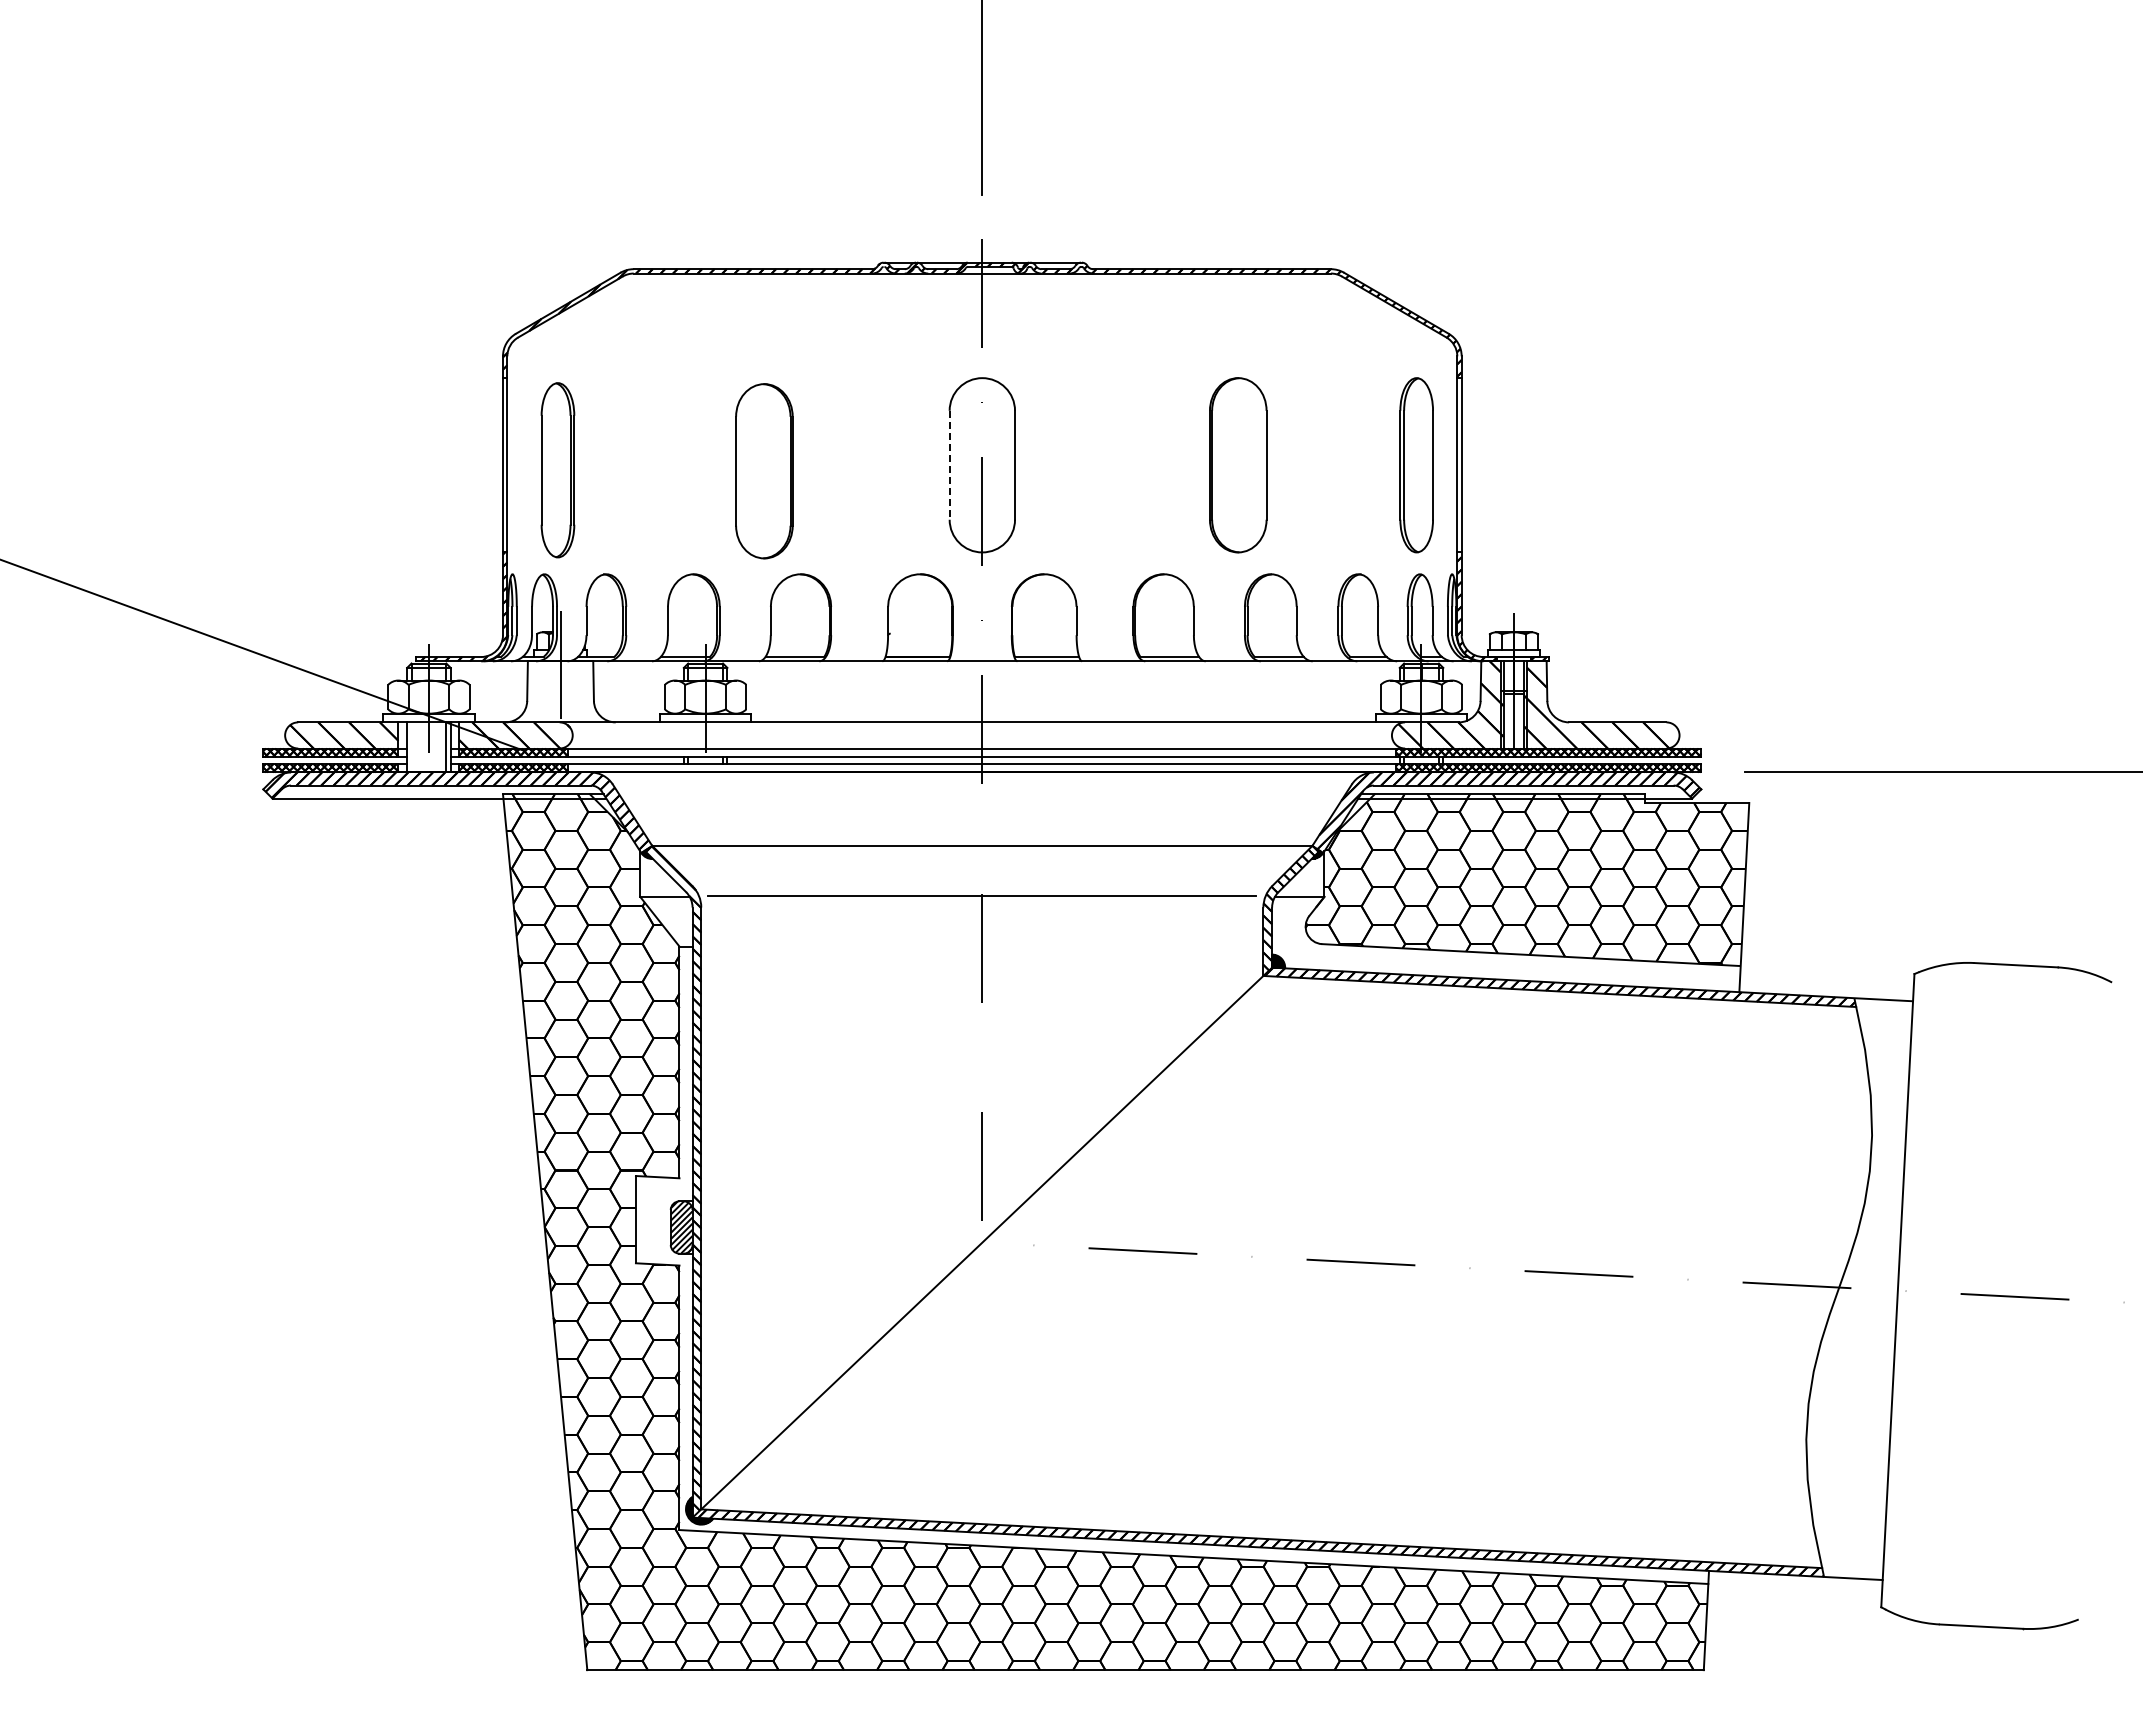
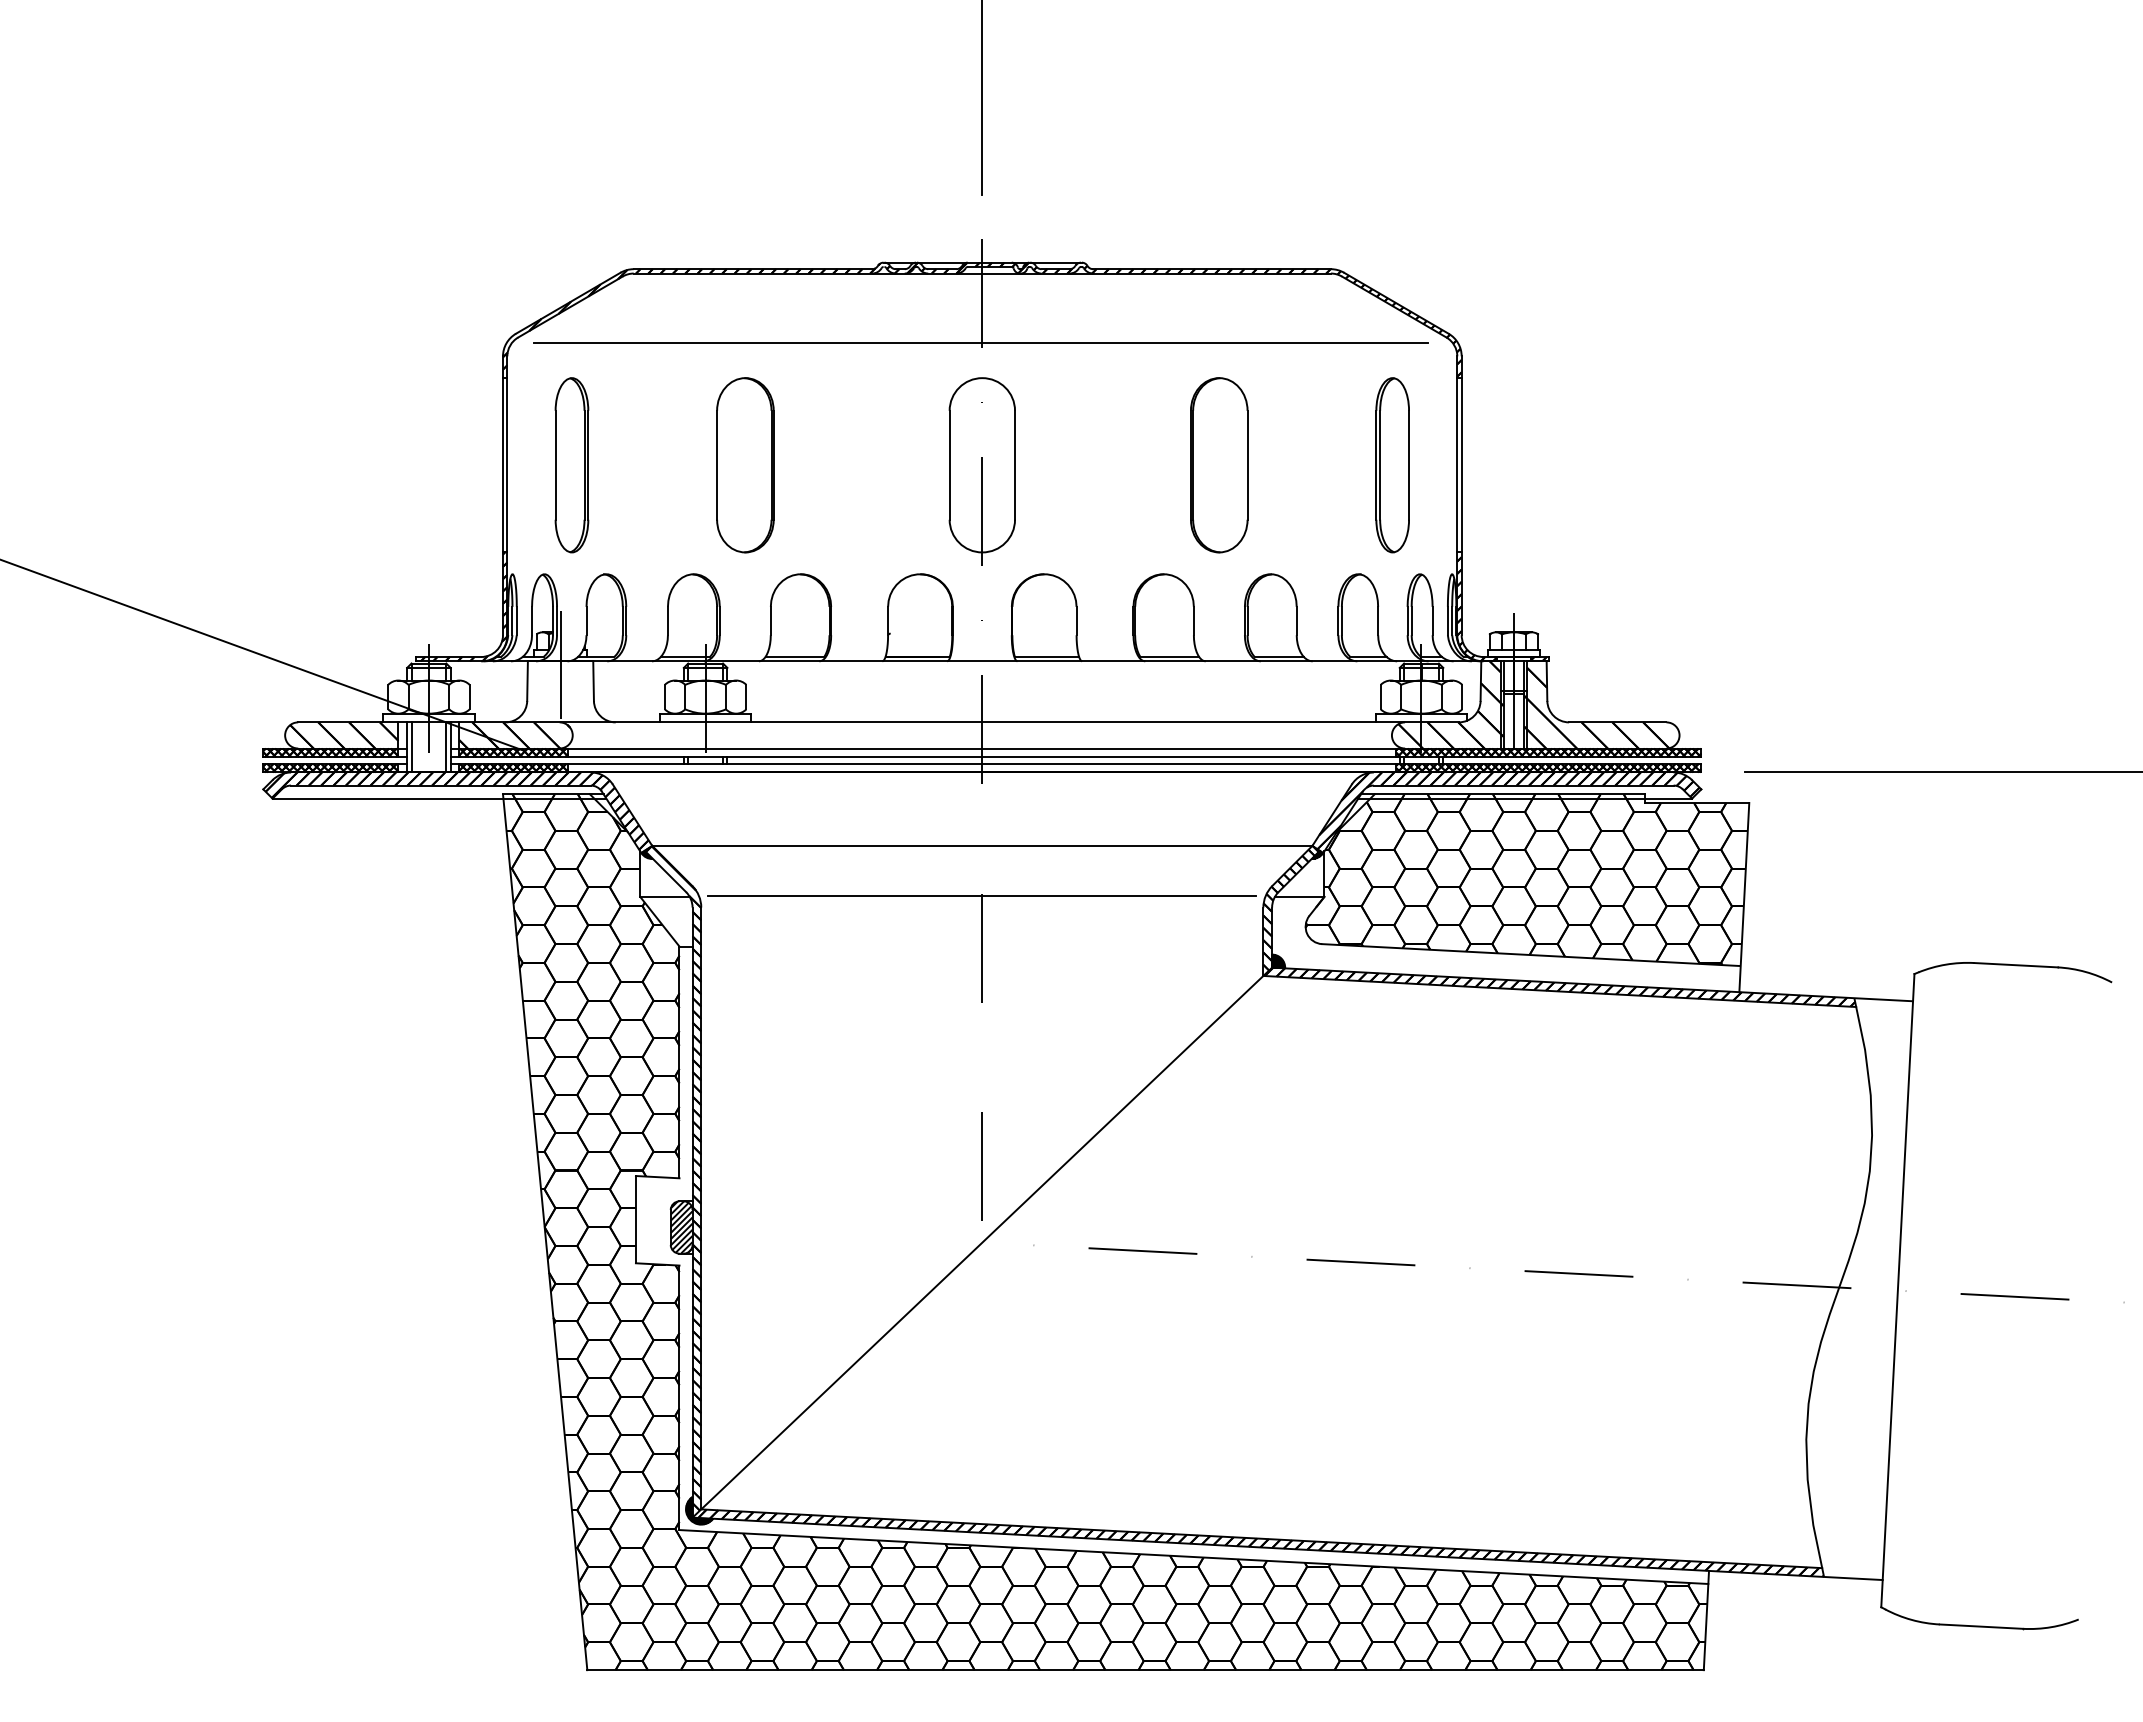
line at (981, 343): none -> present
line at (949, 465): dashed -> solid
part at (1238, 465) position: (1238, 465) -> (1219, 465)
part at (1416, 465) position: (1416, 465) -> (1392, 465)
part at (557, 470) position: (557, 470) -> (571, 465)
part at (764, 471) position: (764, 471) -> (745, 465)
line at (411, 747): none -> present
